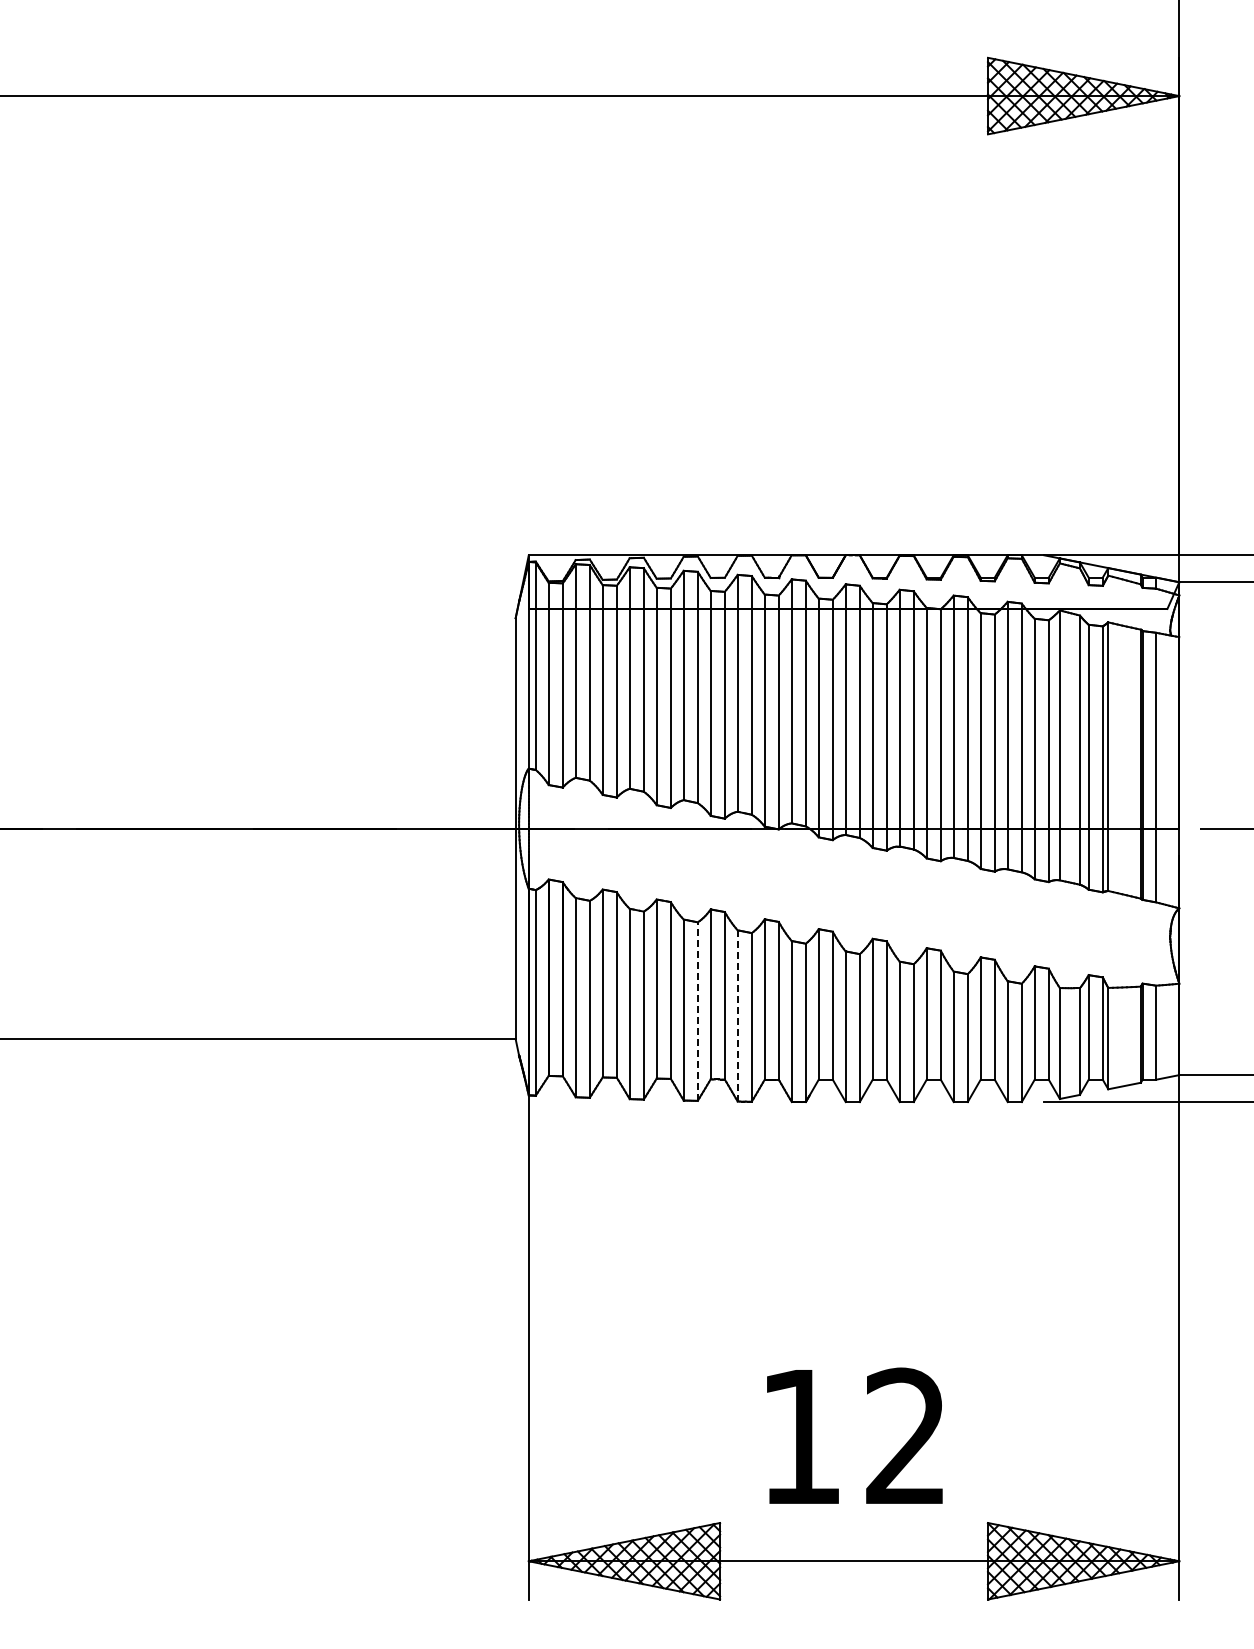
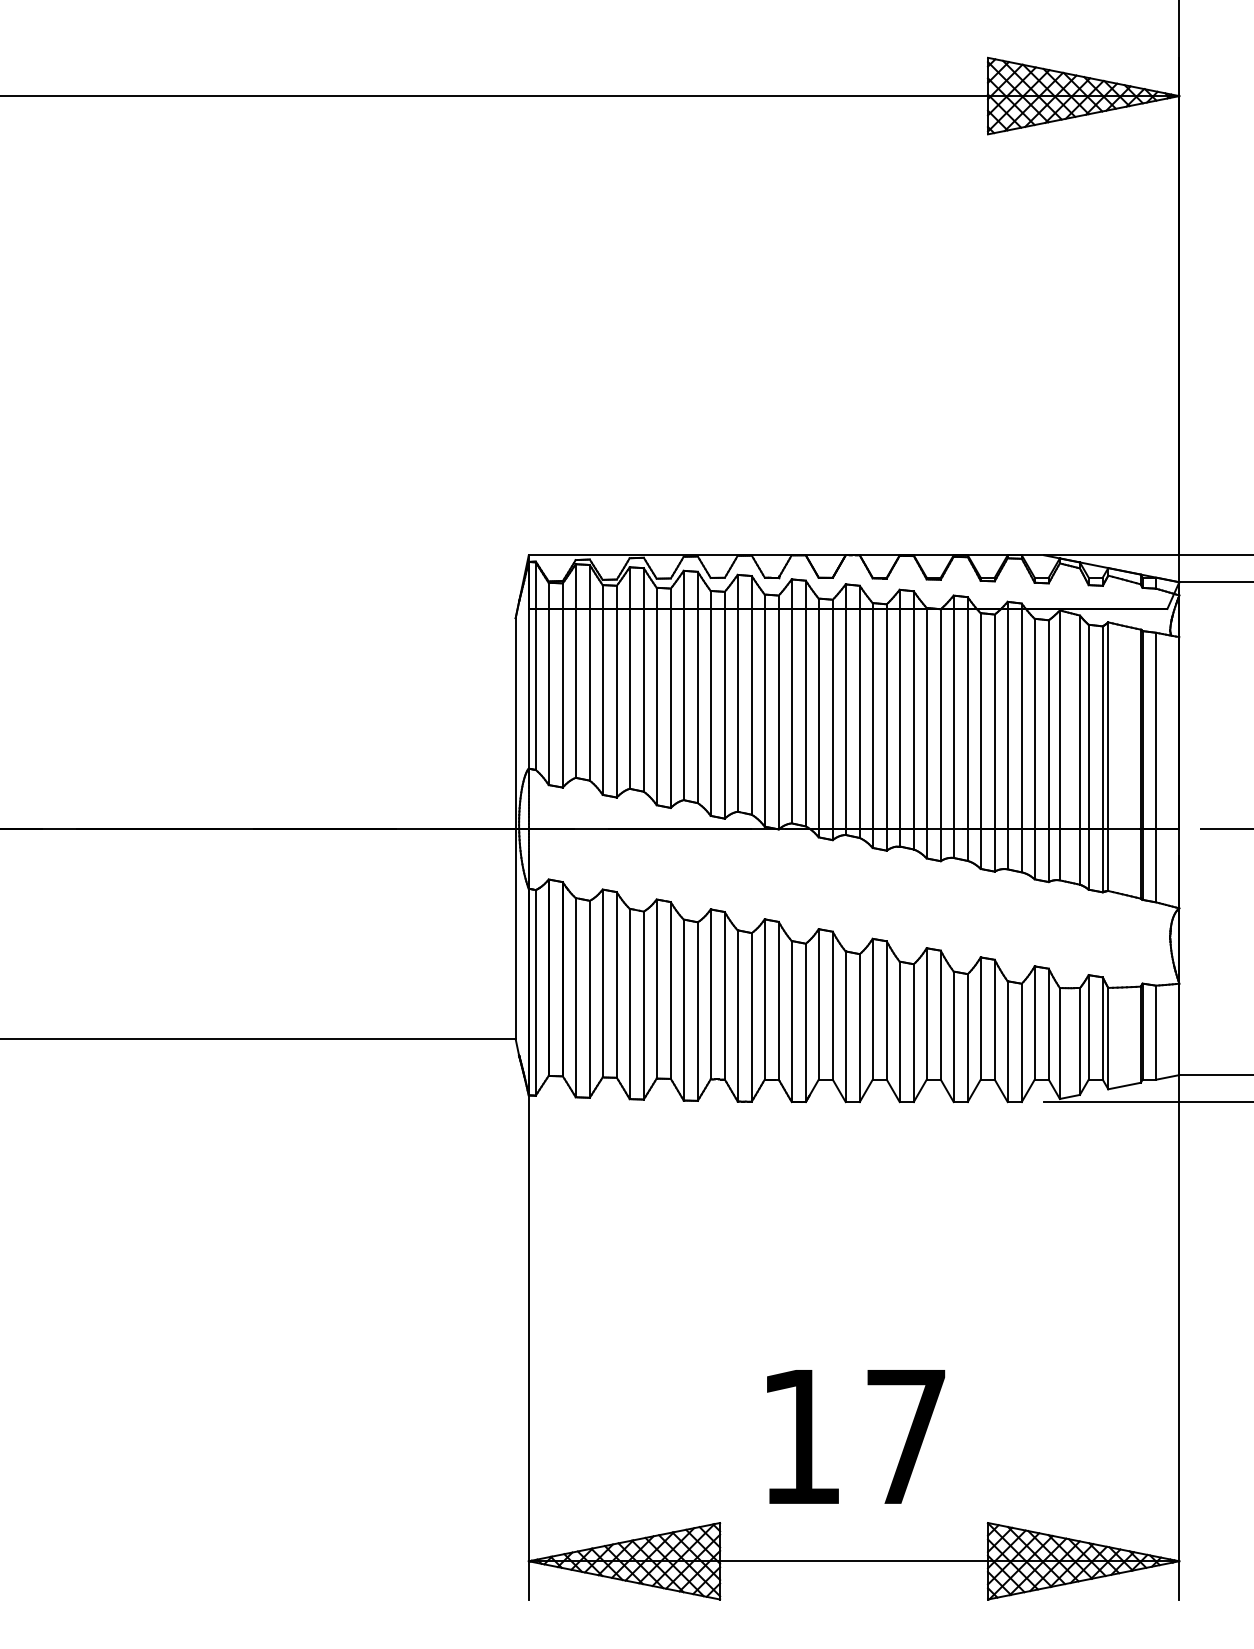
line at (697, 1011): dashed -> solid
line at (737, 1015): dashed -> solid
text at (905, 1435): 12 -> 17
